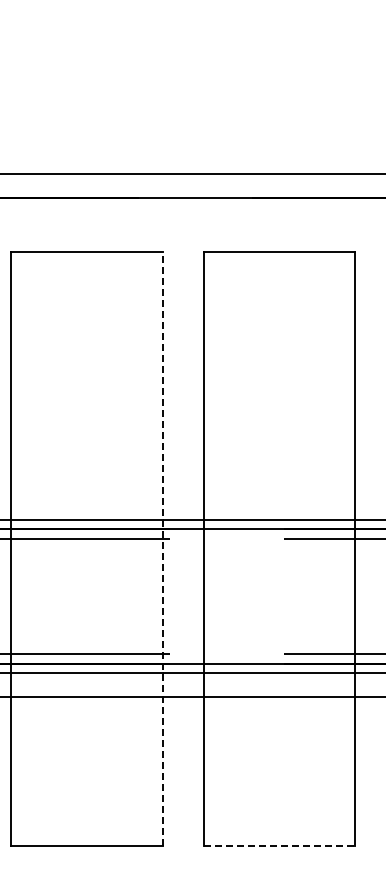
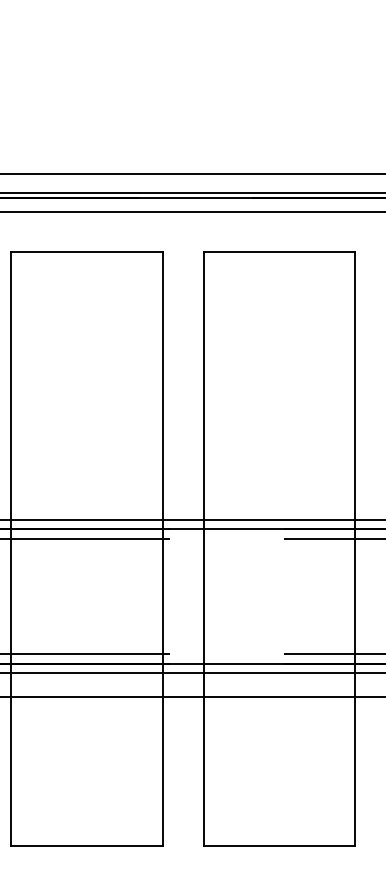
line at (192, 193): none -> present
line at (192, 212): none -> present
line at (162, 548): dashed -> solid
line at (279, 846): dashed -> solid
